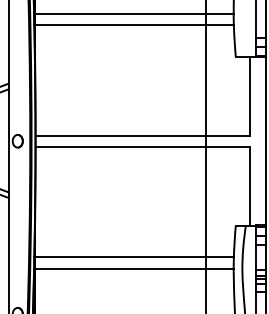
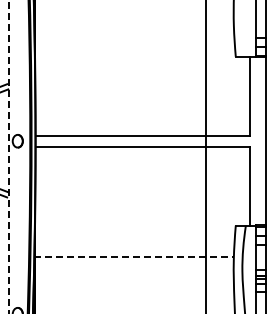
line at (133, 13): present -> none
line at (133, 25): present -> none
line at (9, 156): solid -> dashed
line at (134, 257): solid -> dashed
line at (133, 268): present -> none
